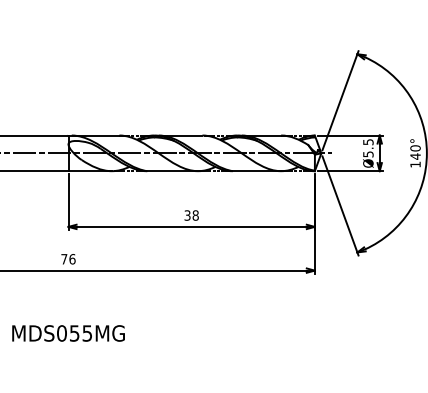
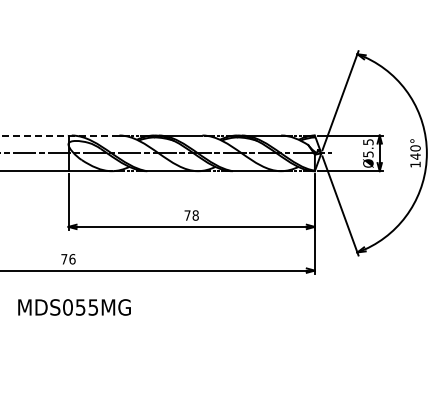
line at (59, 135): solid -> dashed
text at (187, 215): 38 -> 78
text at (68, 333) position: (68, 333) -> (74, 307)
